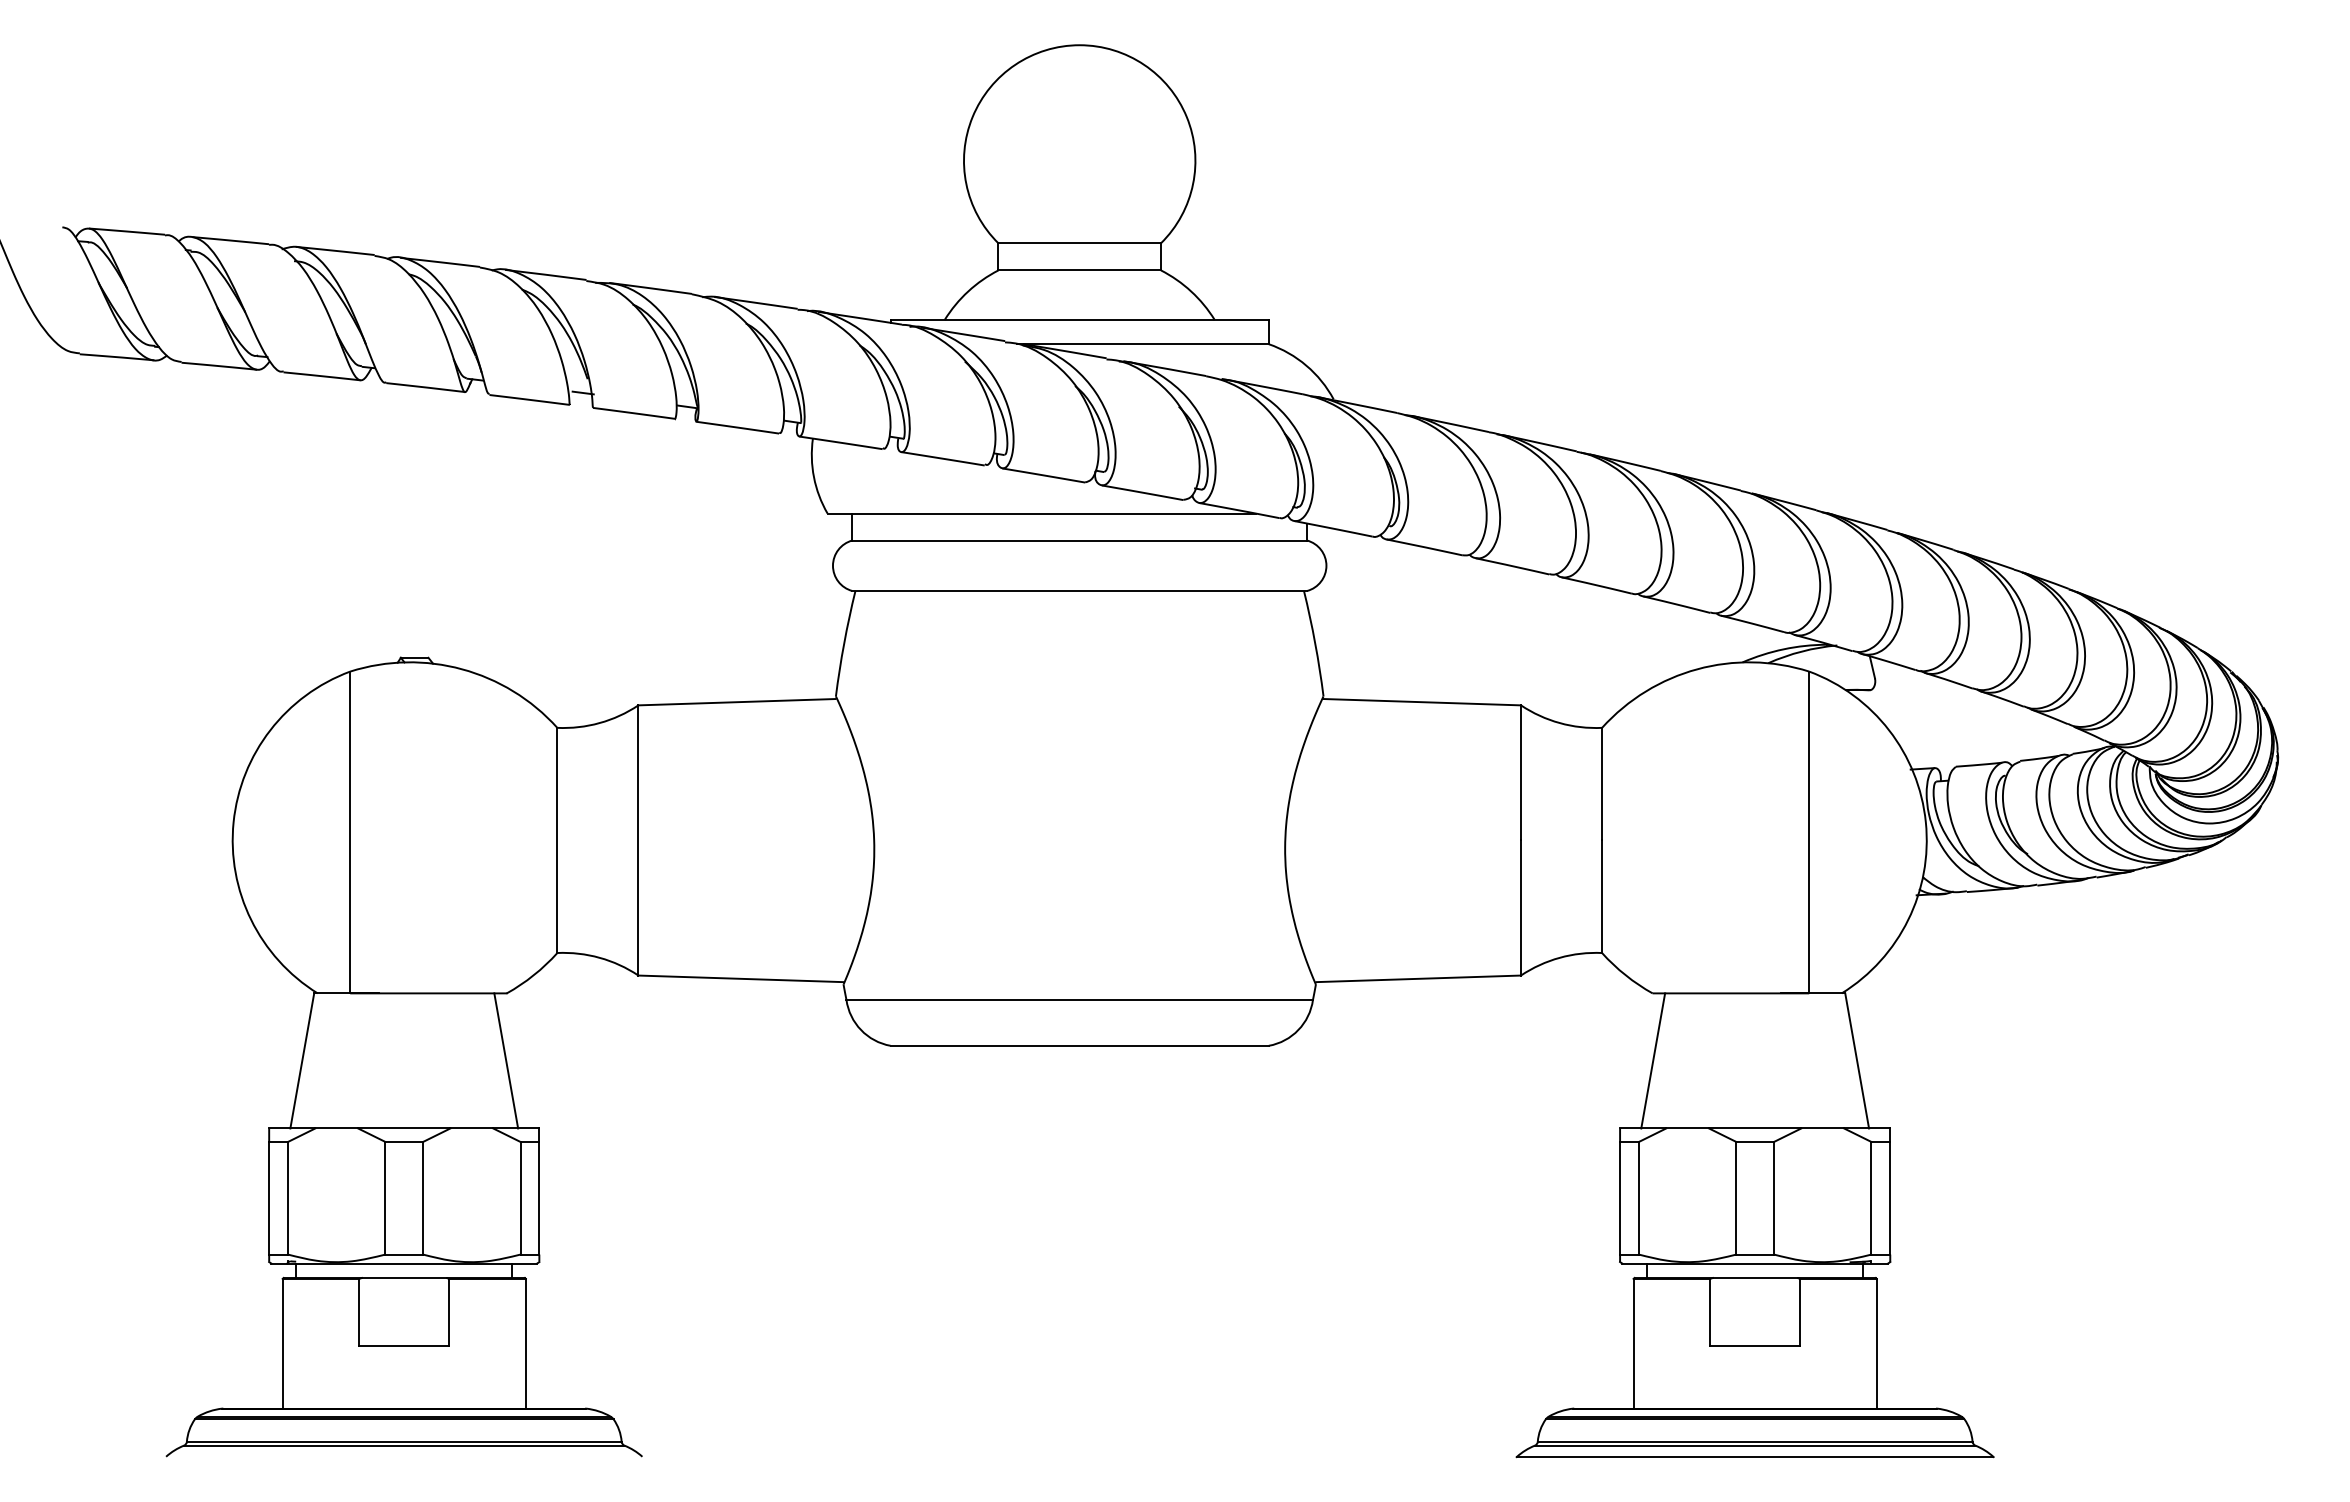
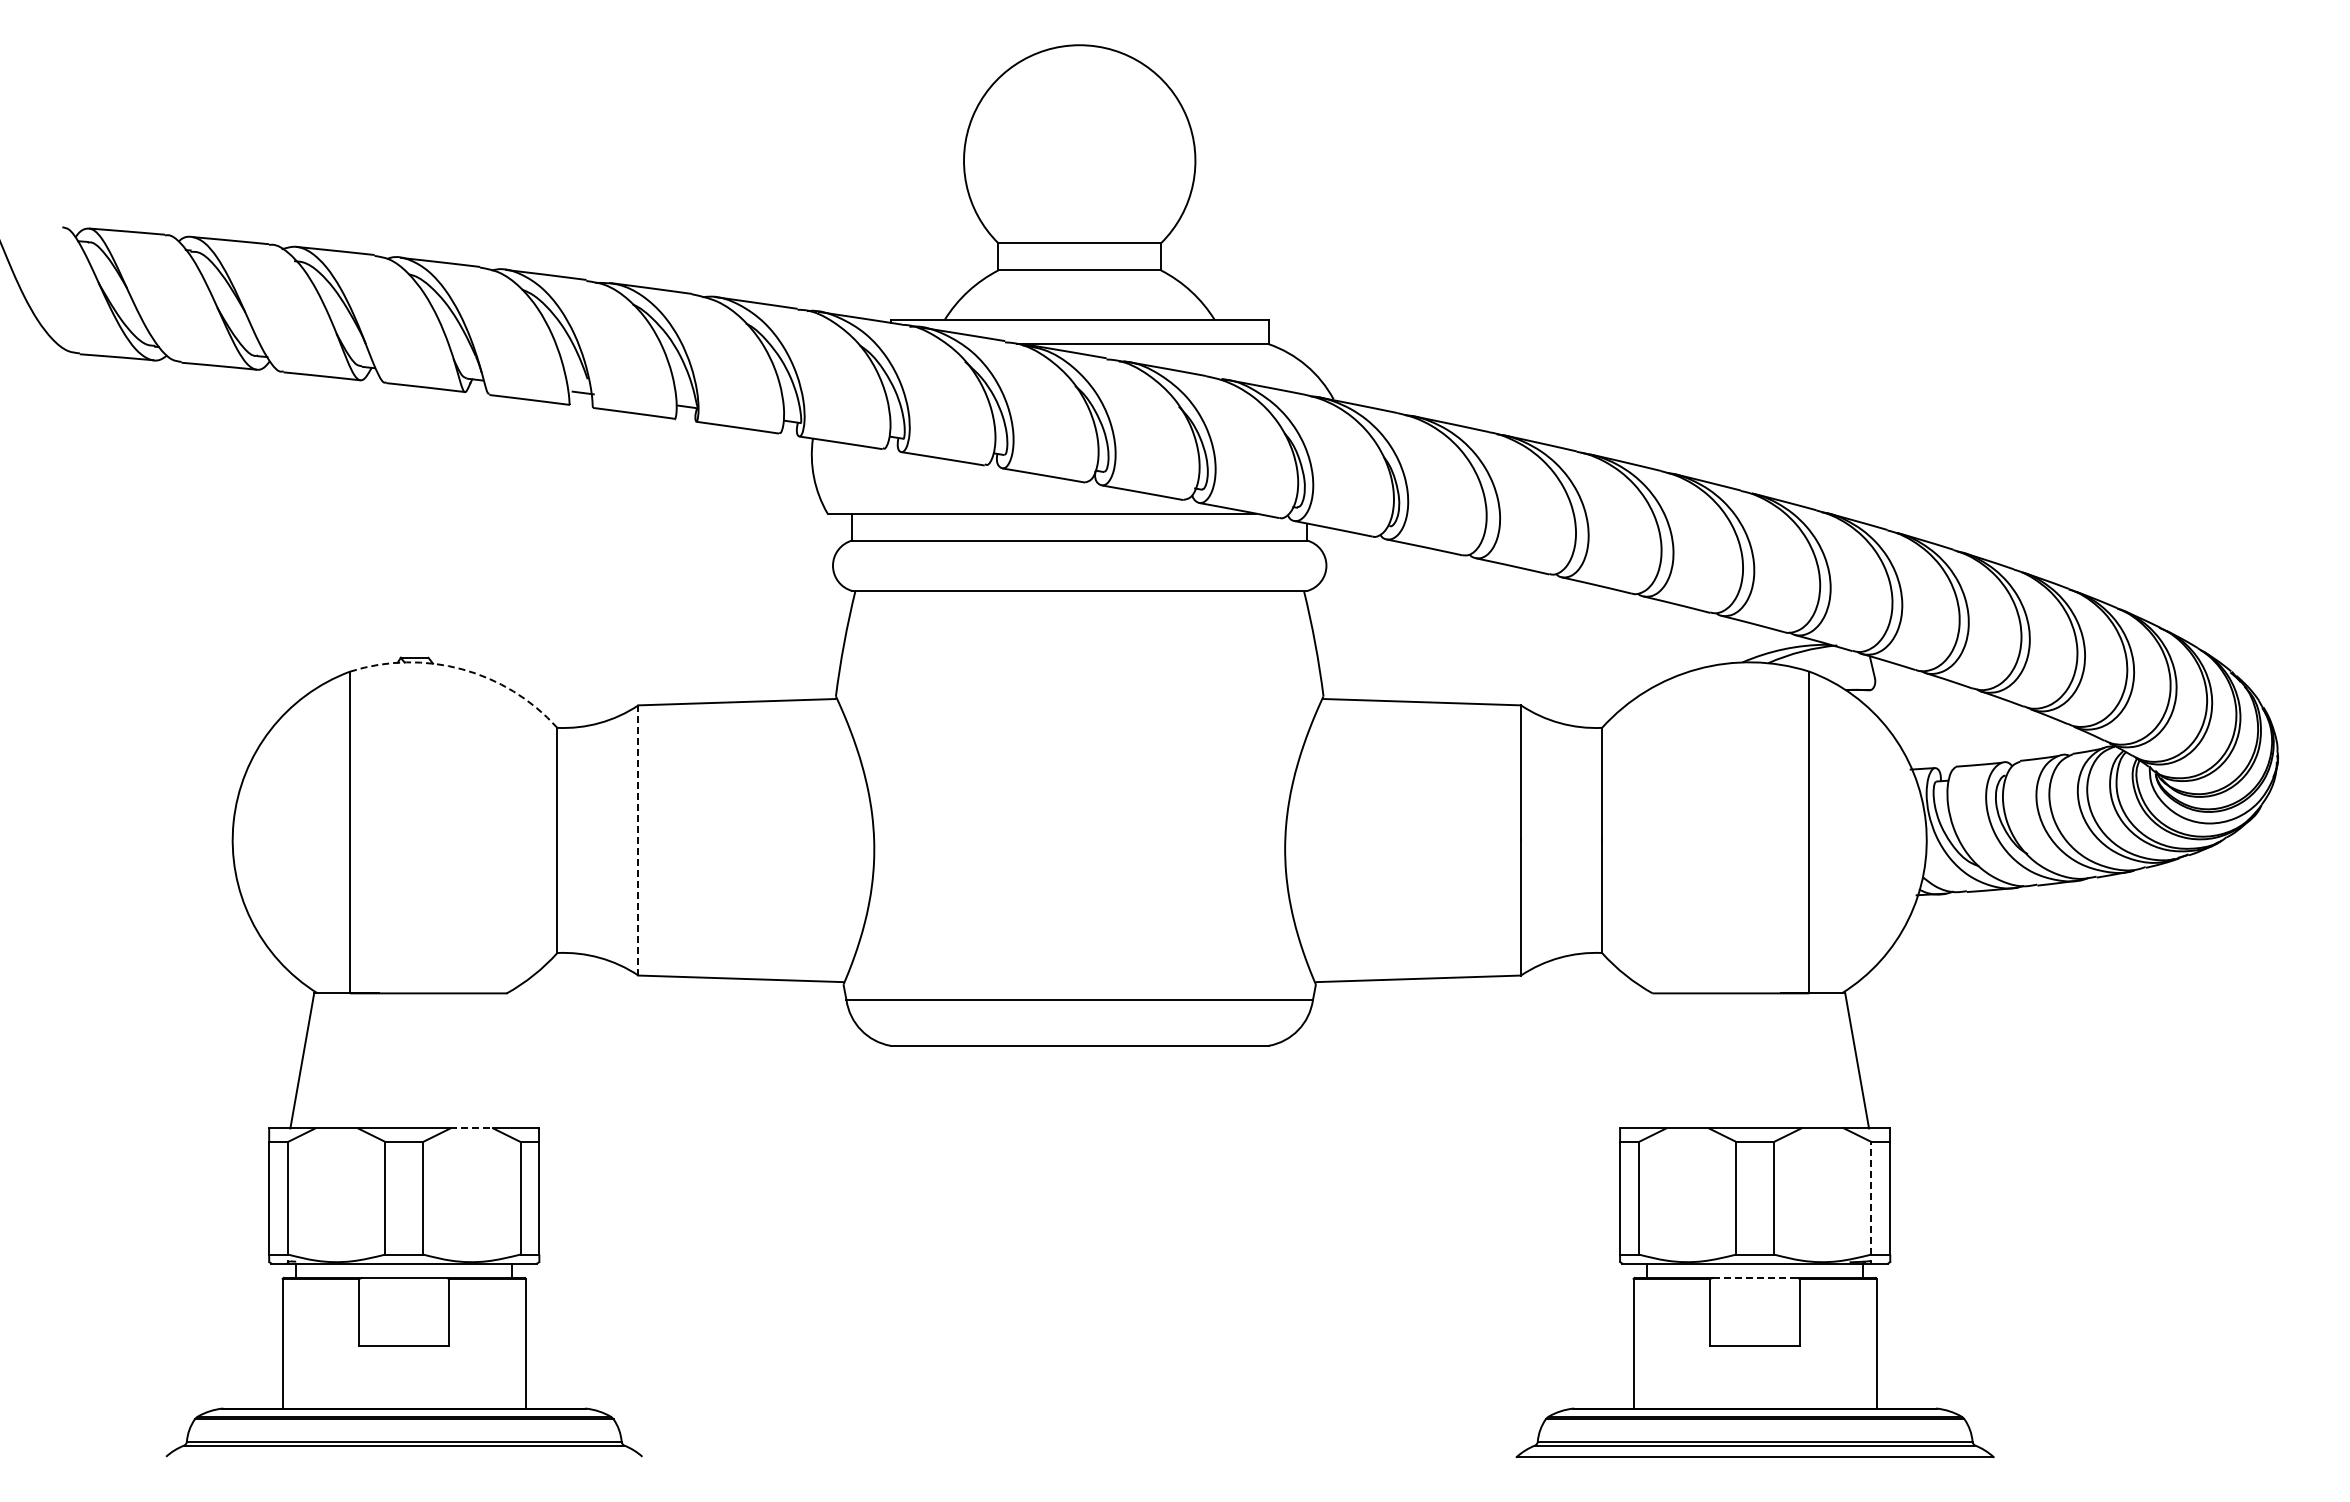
arc at (462, 669): solid -> dashed
line at (638, 839): solid -> dashed
line at (506, 1060): present -> none
line at (1653, 1060): present -> none
line at (472, 1128): solid -> dashed
line at (1871, 1197): solid -> dashed
line at (1755, 1277): solid -> dashed
